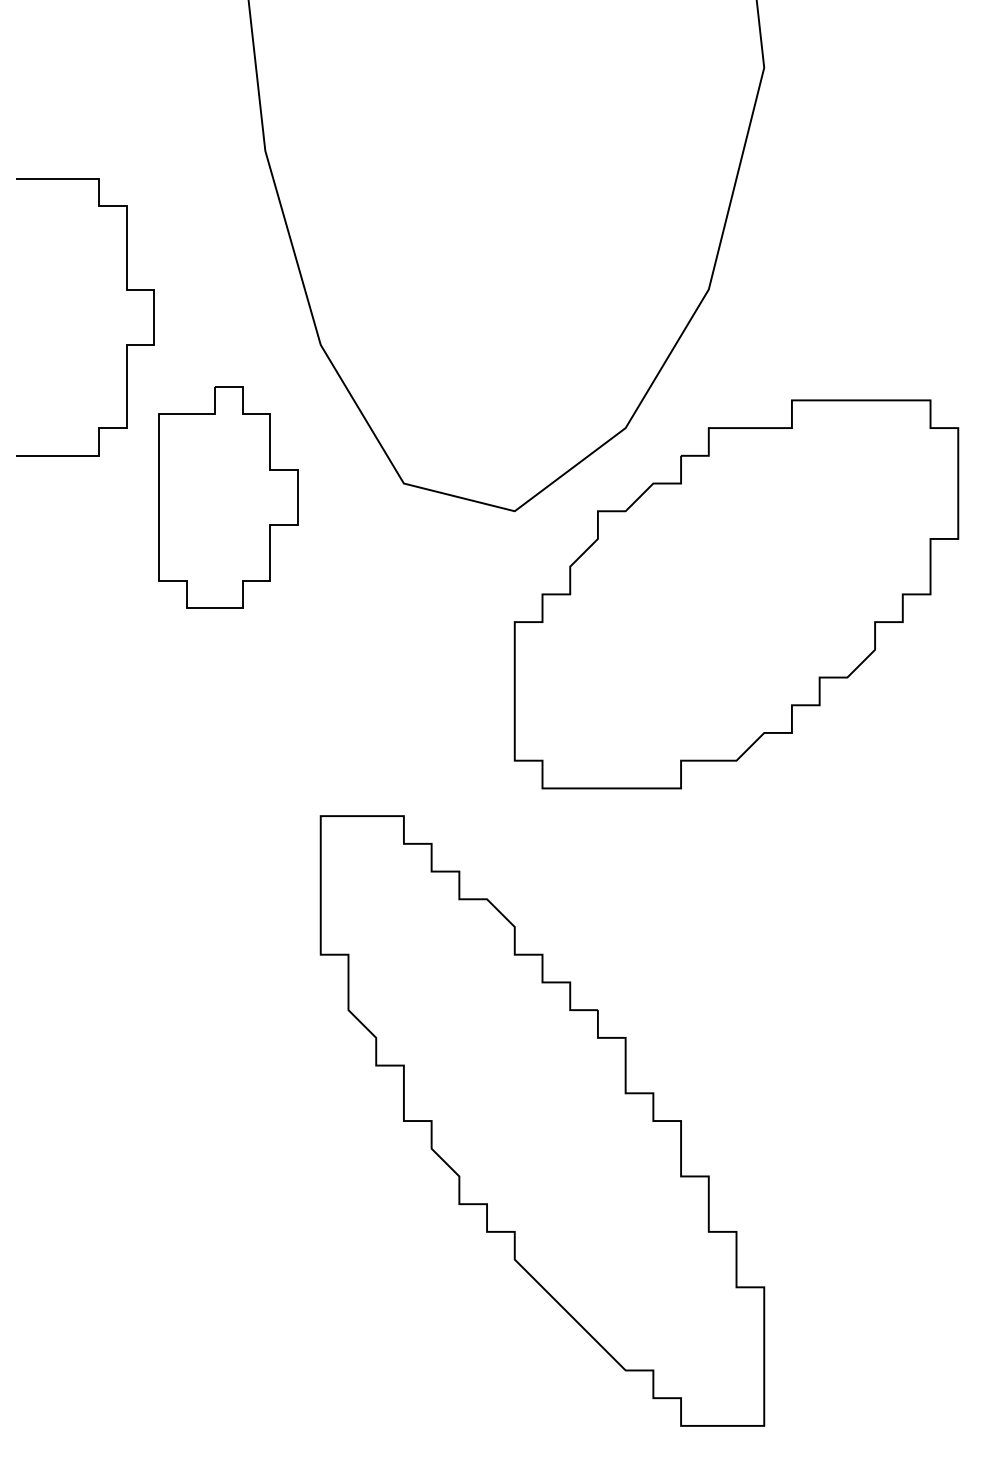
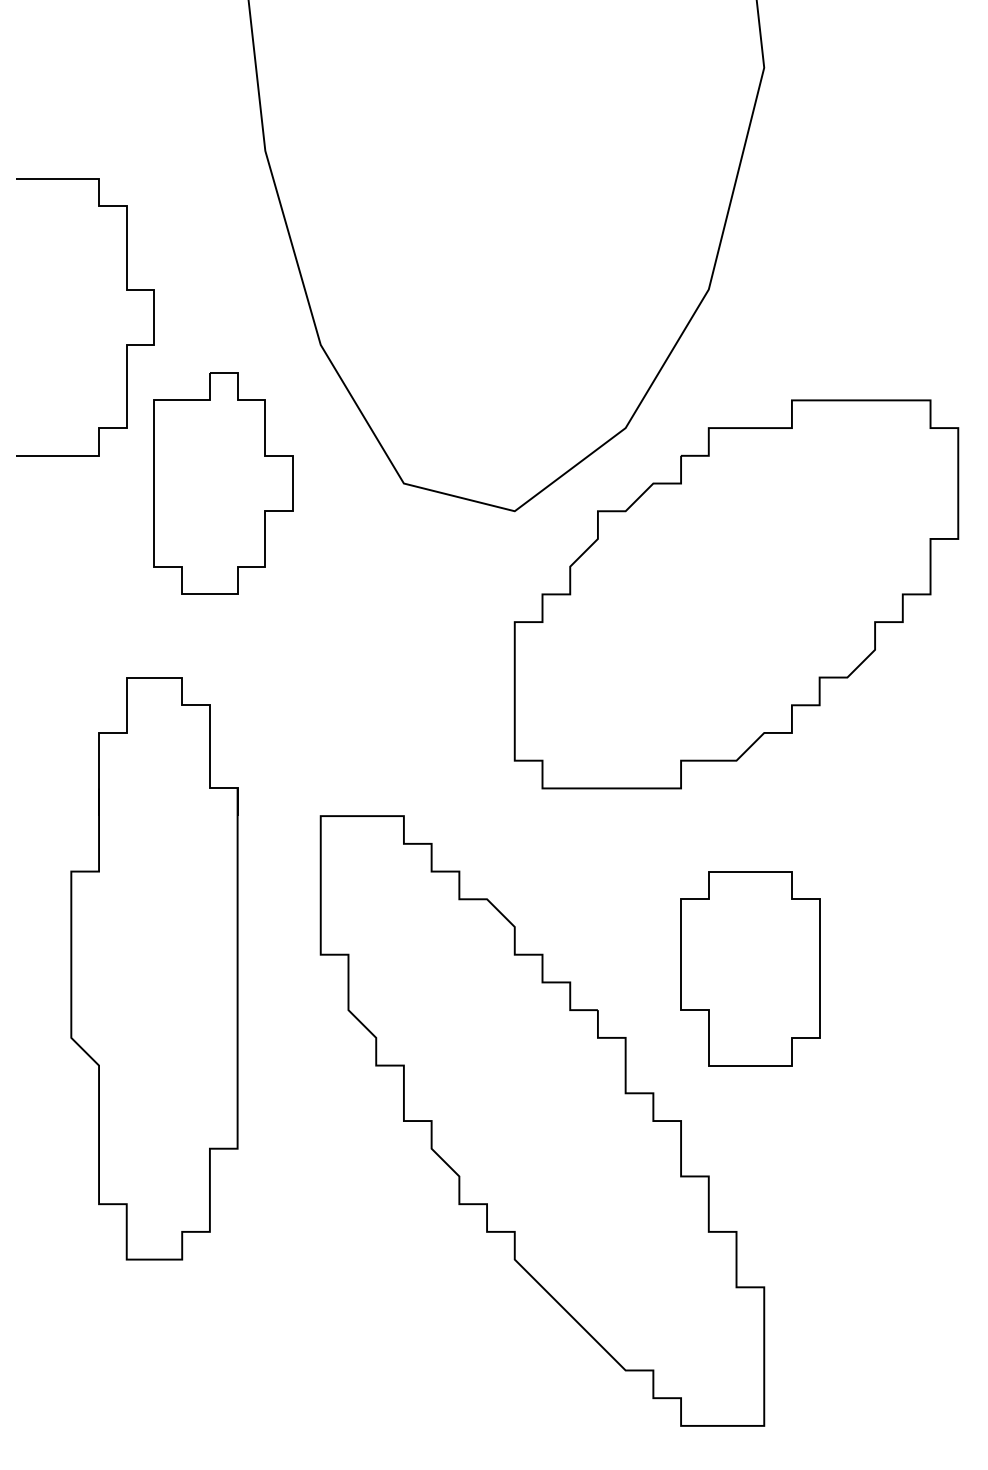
part at (228, 497) position: (228, 497) -> (223, 483)
part at (154, 968): none -> present
part at (750, 968): none -> present
